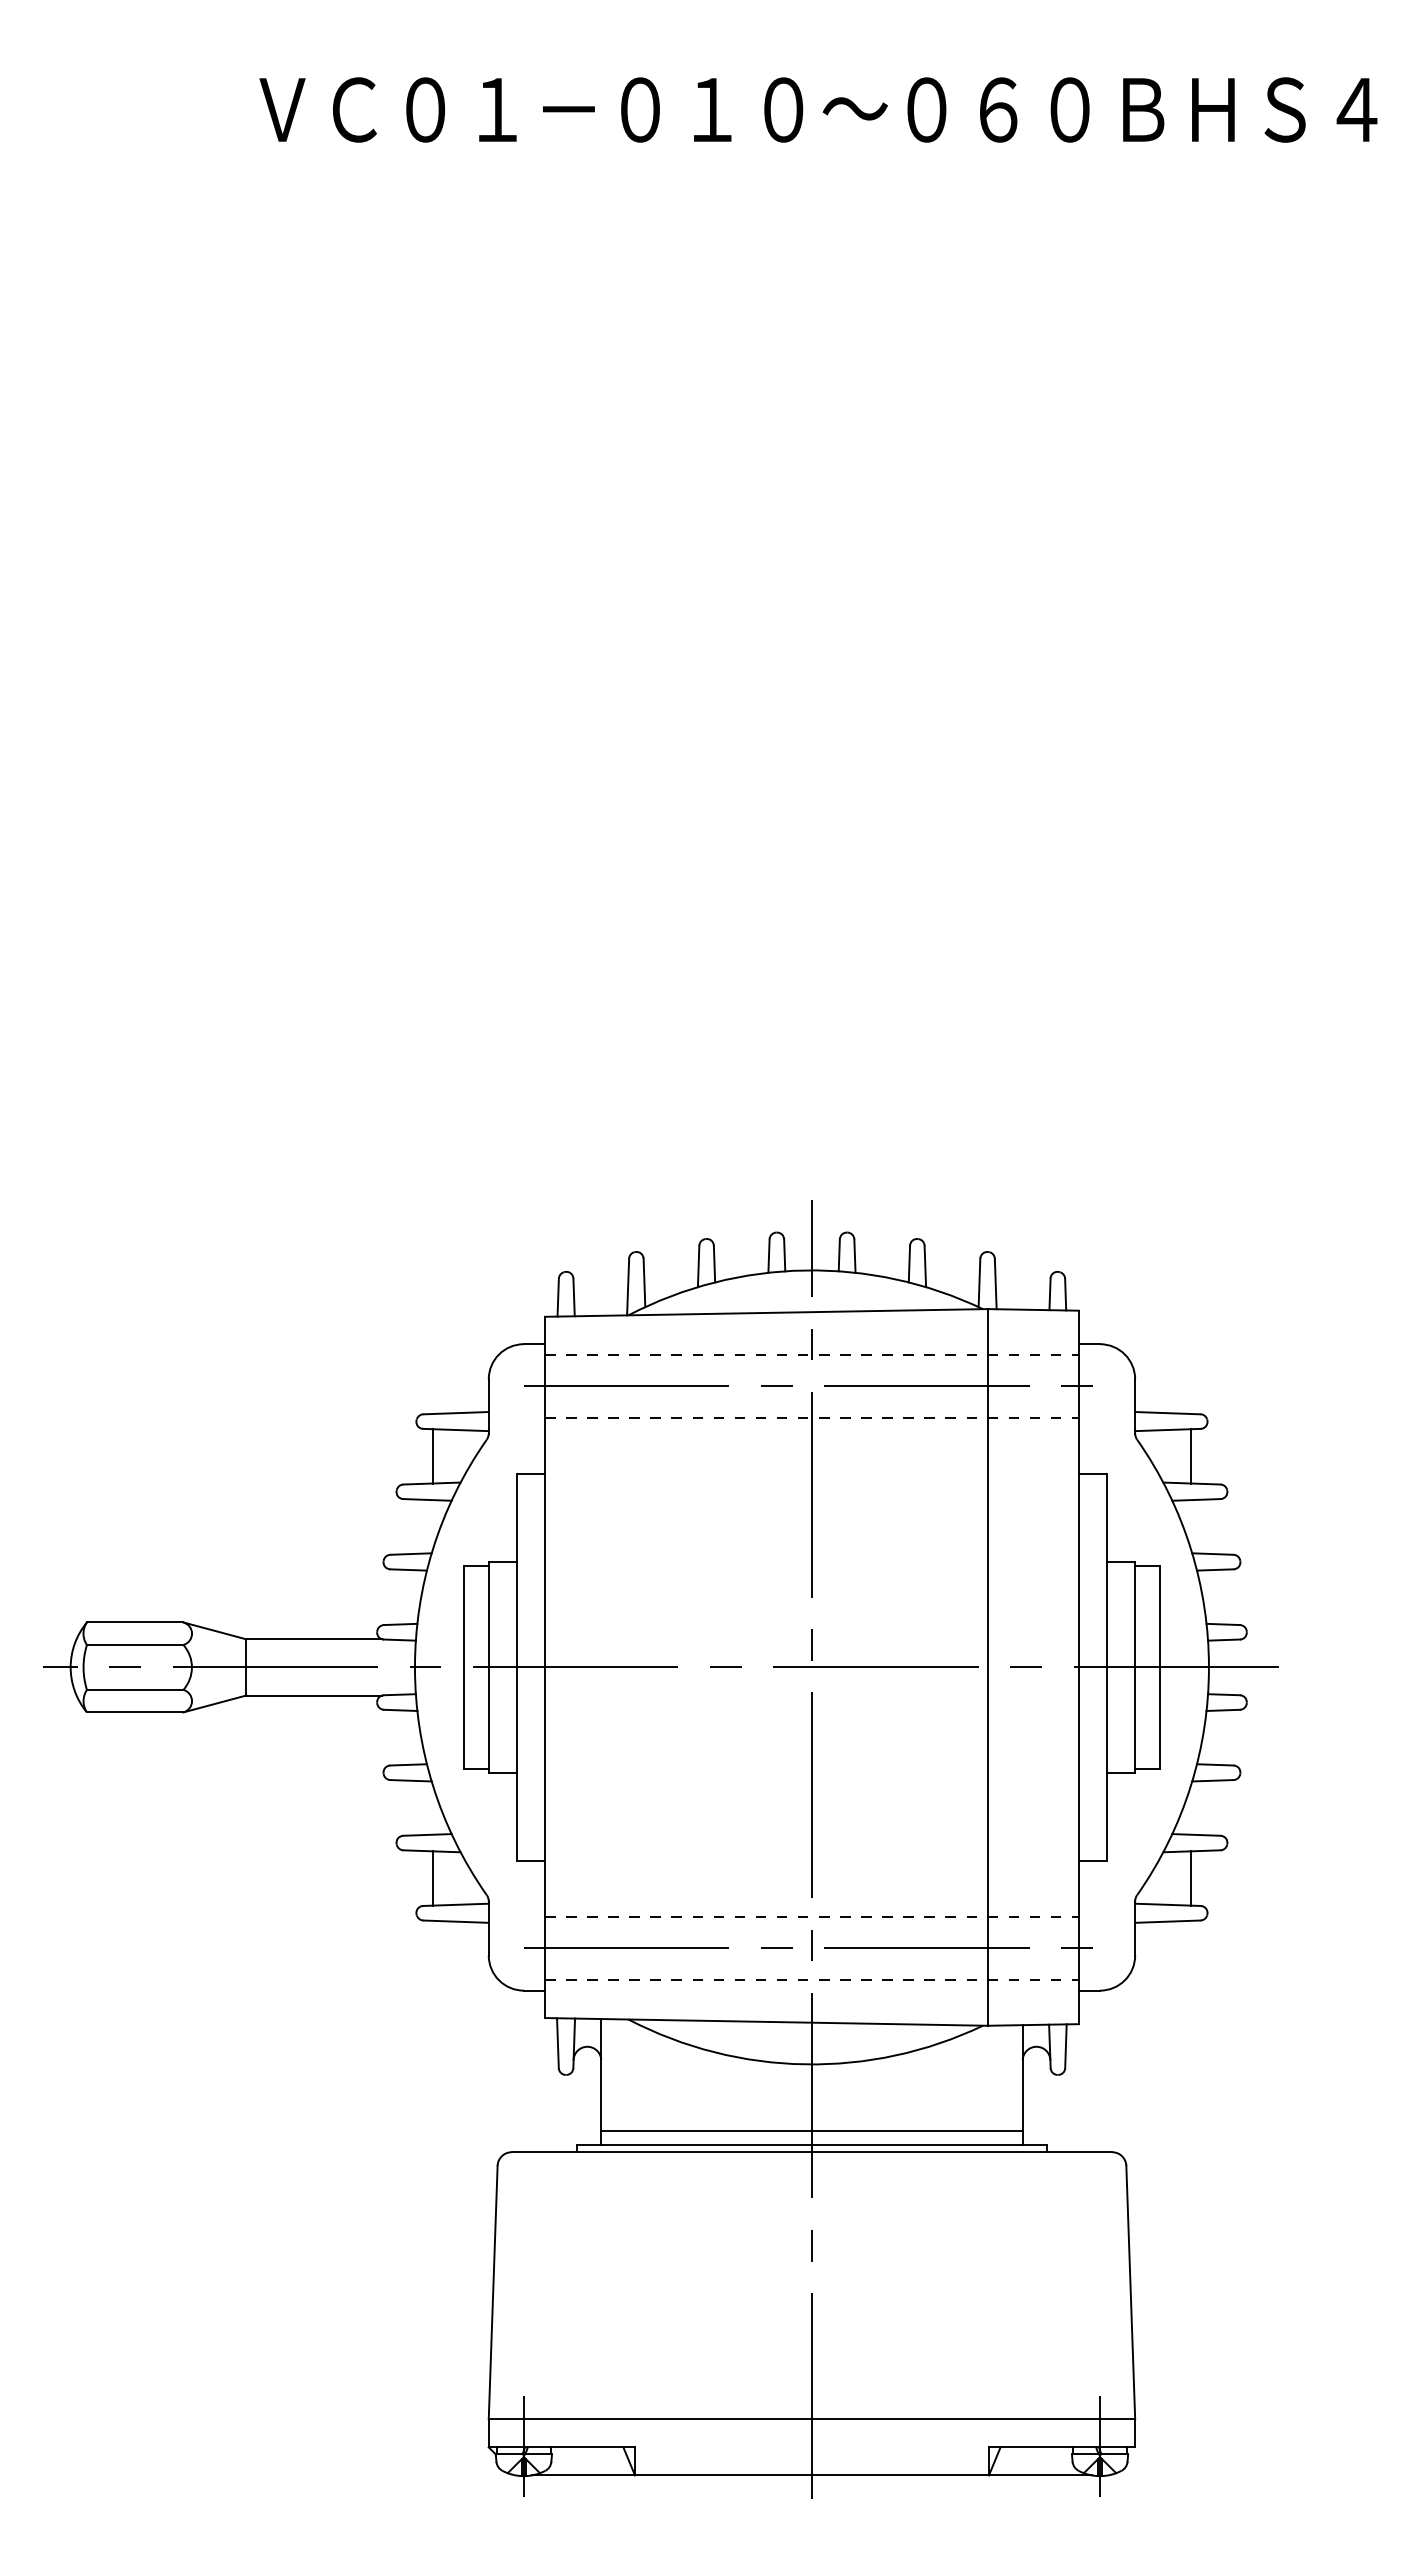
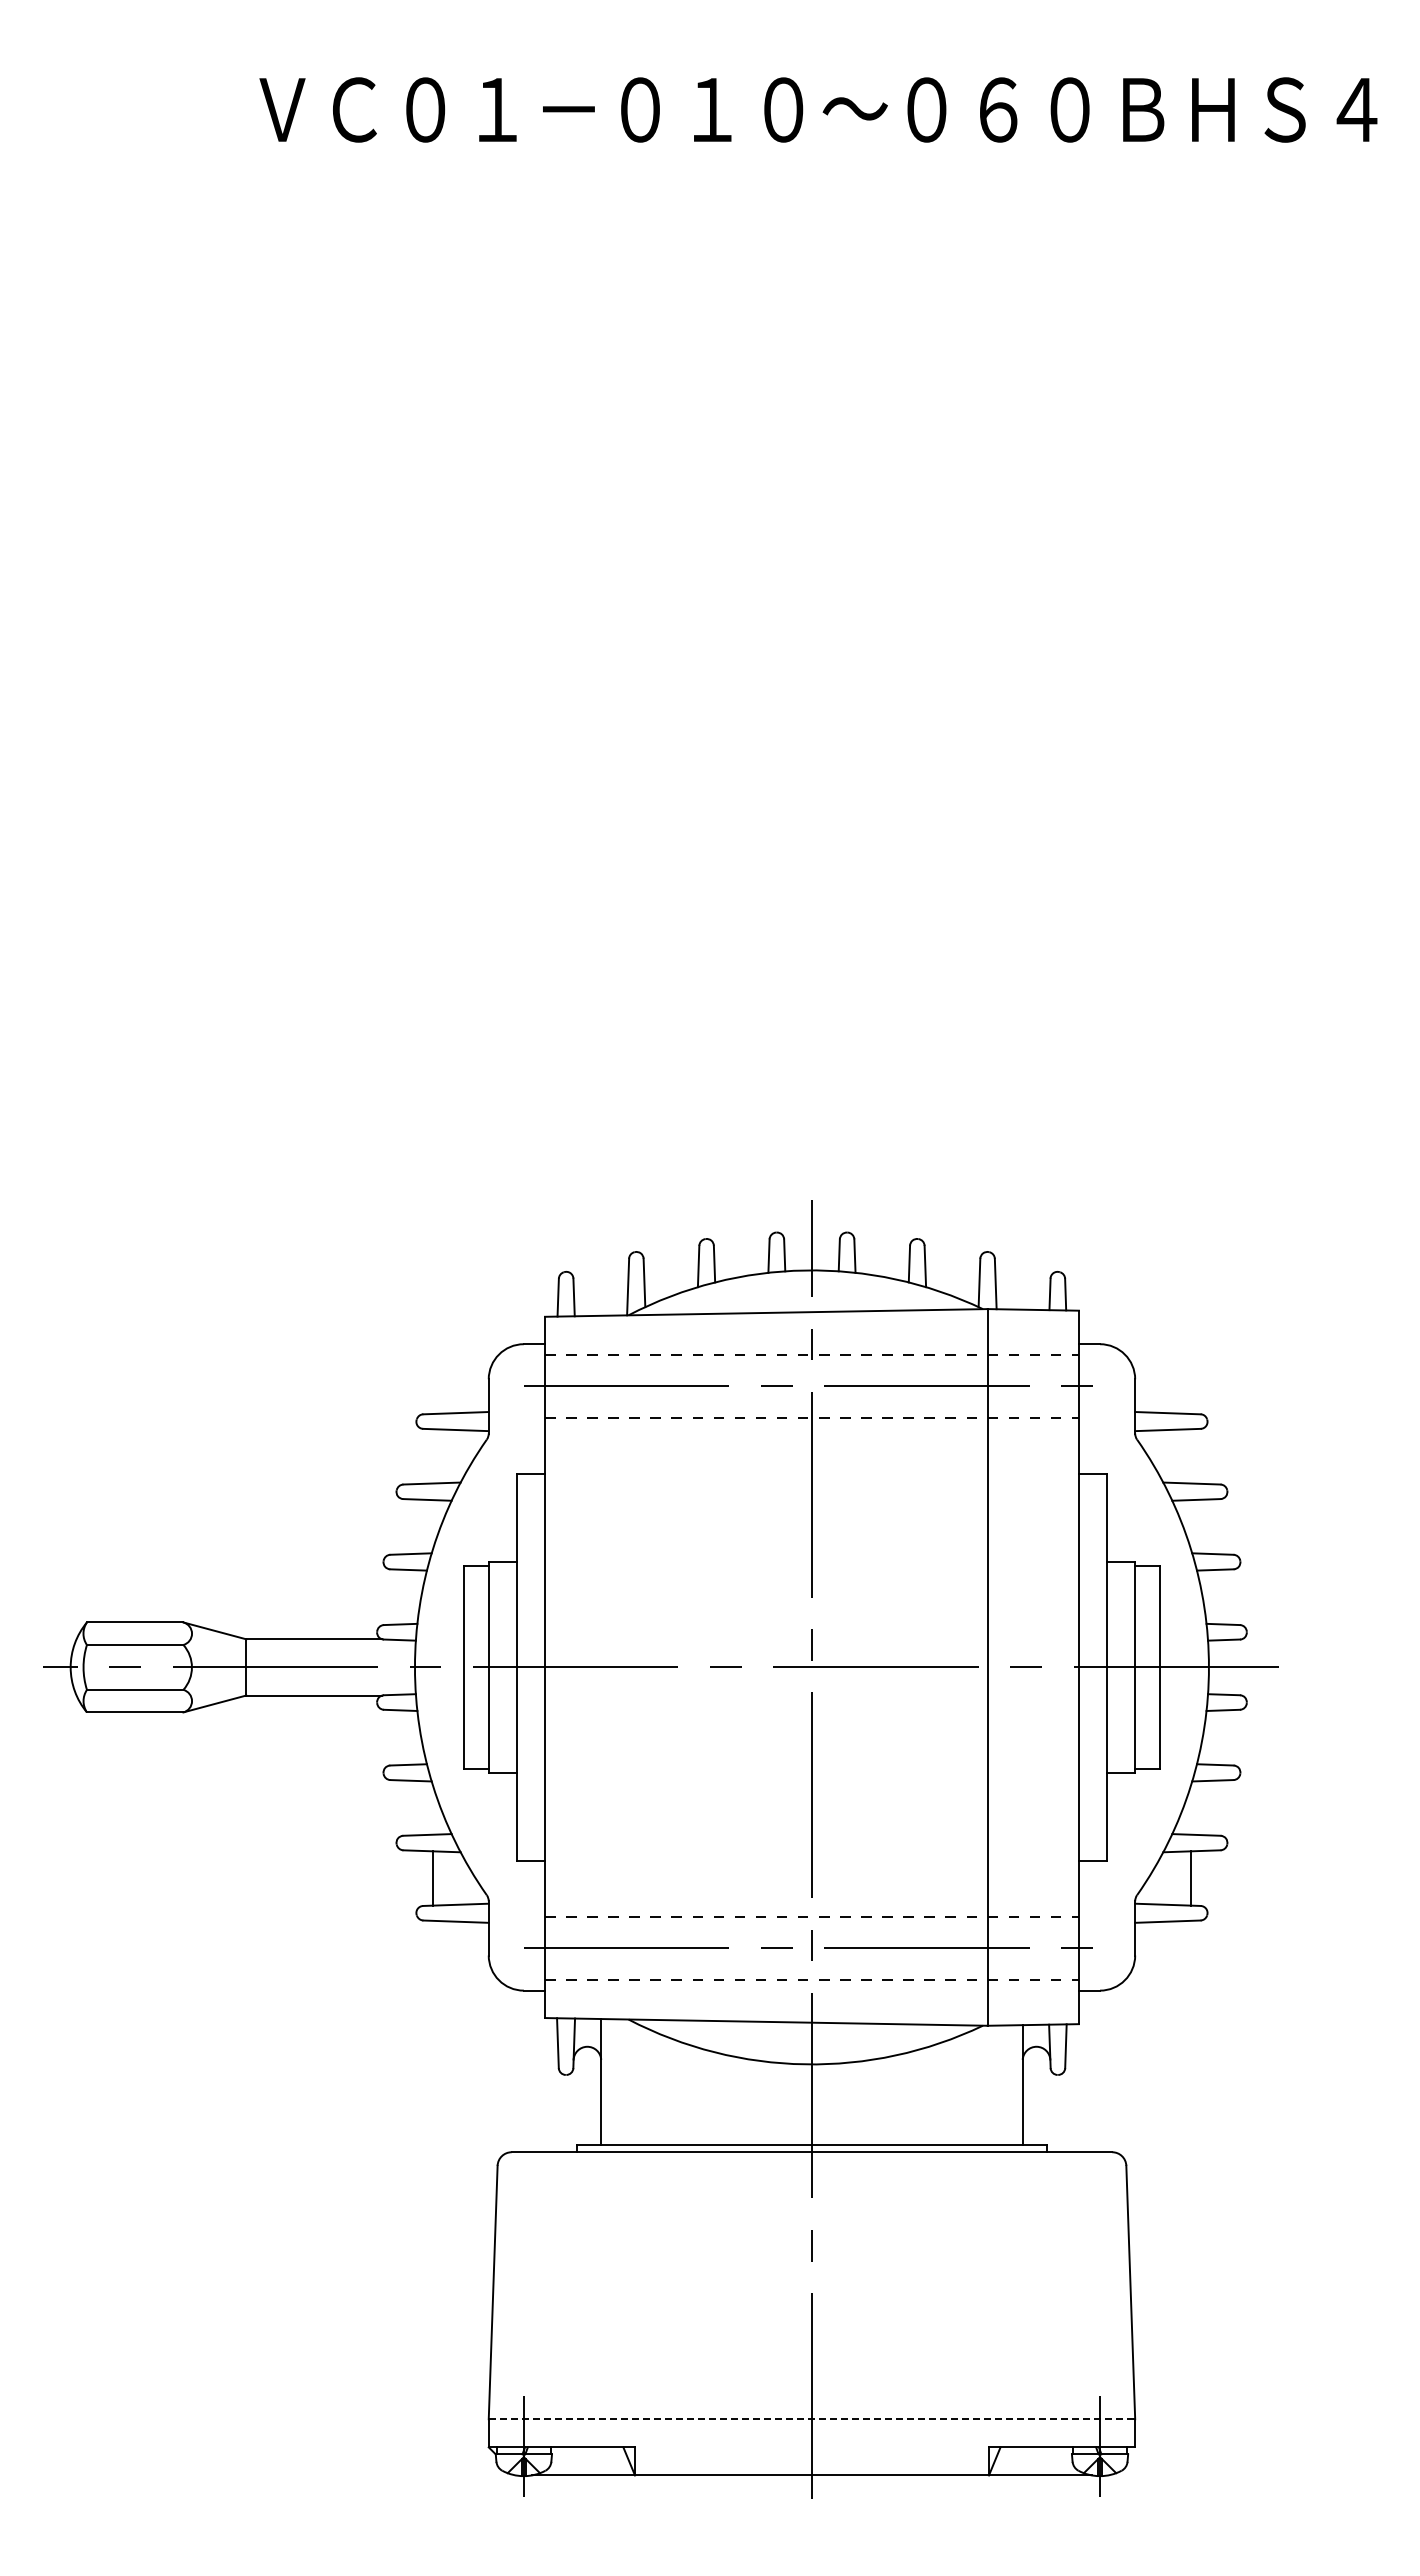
line at (432, 1456): present -> none
line at (1191, 1456): present -> none
line at (811, 2131): present -> none
line at (812, 2419): solid -> dashed
